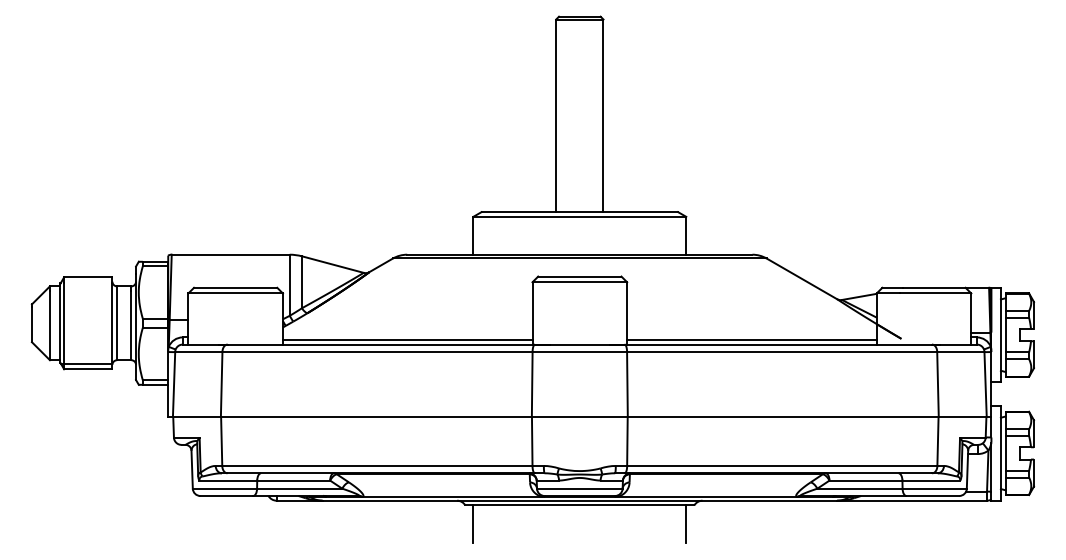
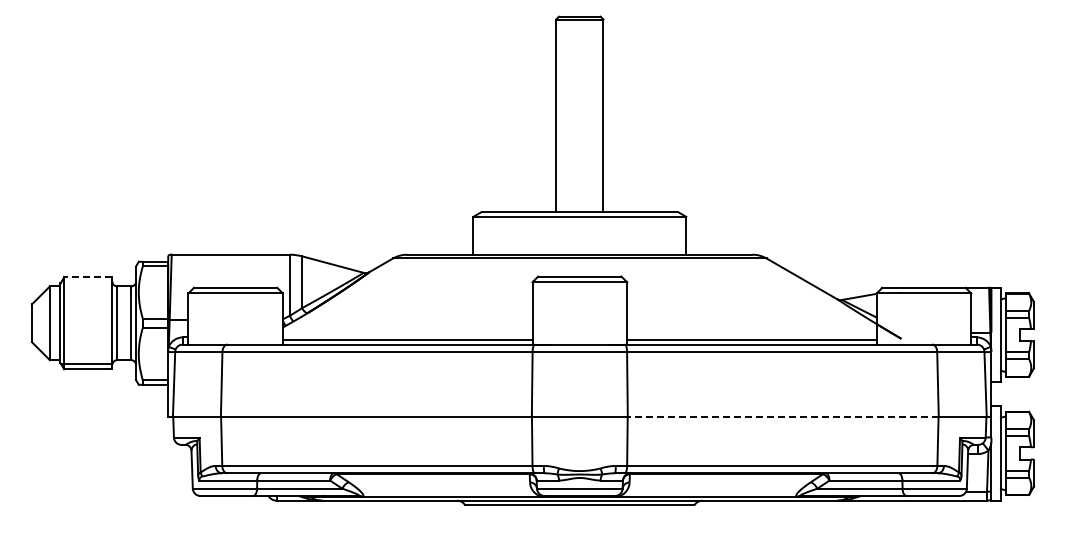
line at (87, 277): solid -> dashed
line at (782, 416): solid -> dashed
line at (473, 524): present -> none
line at (686, 524): present -> none
